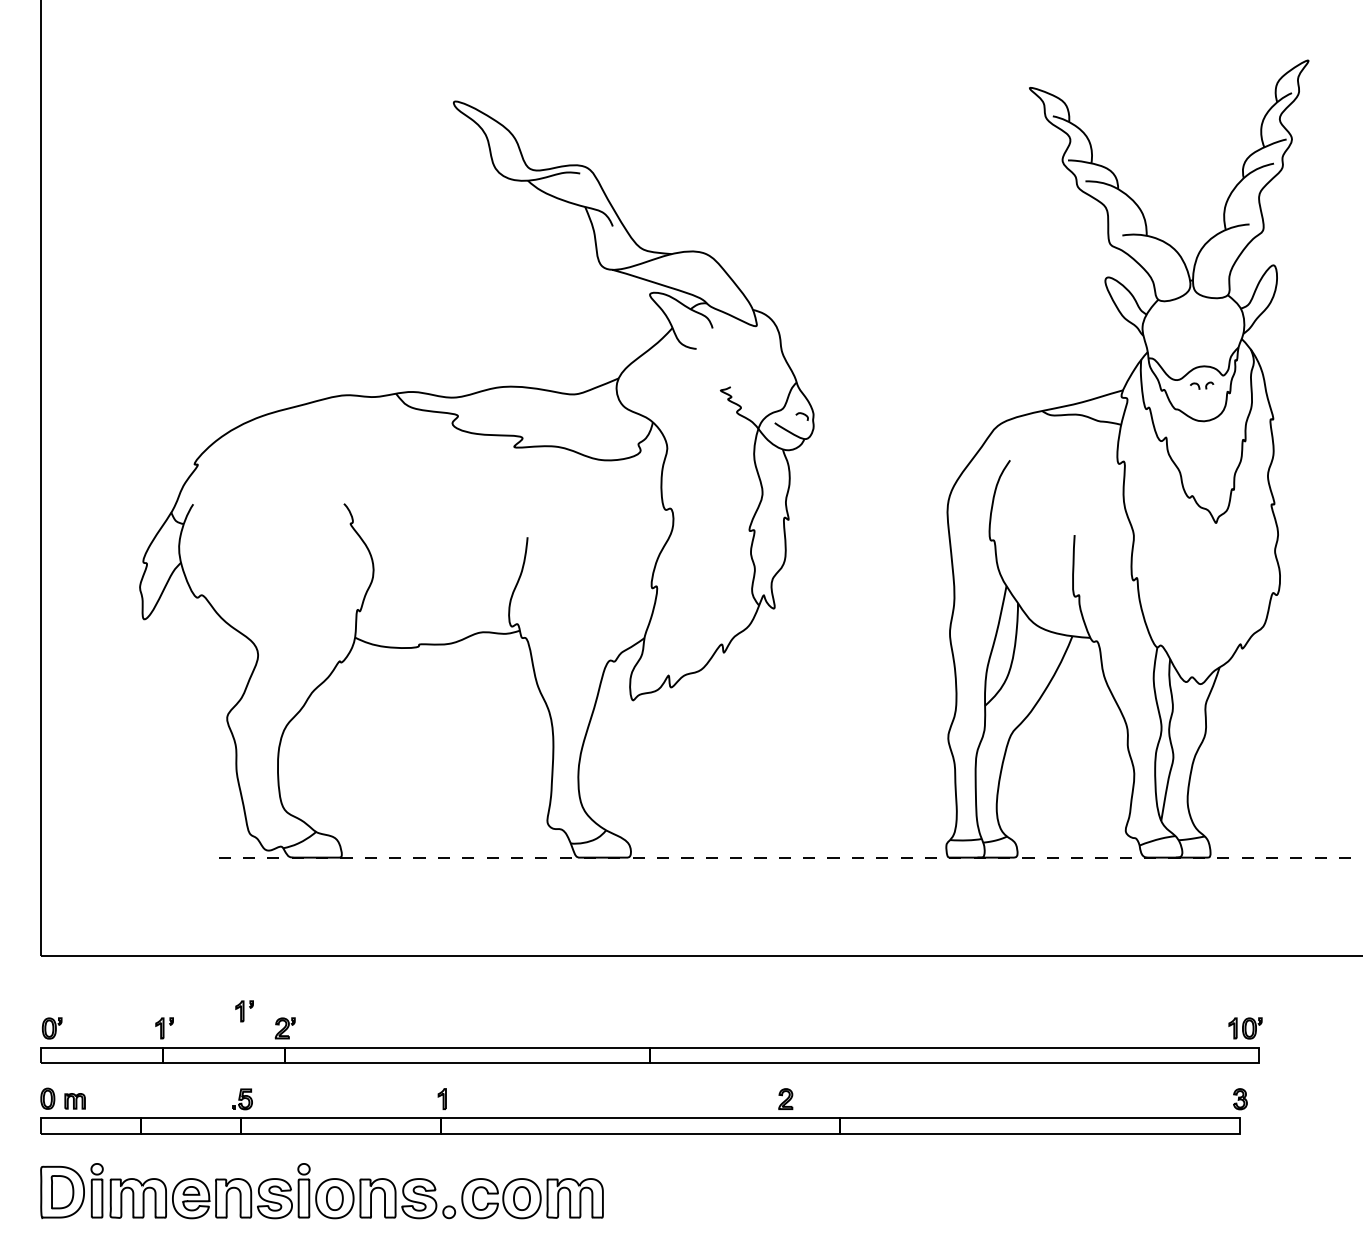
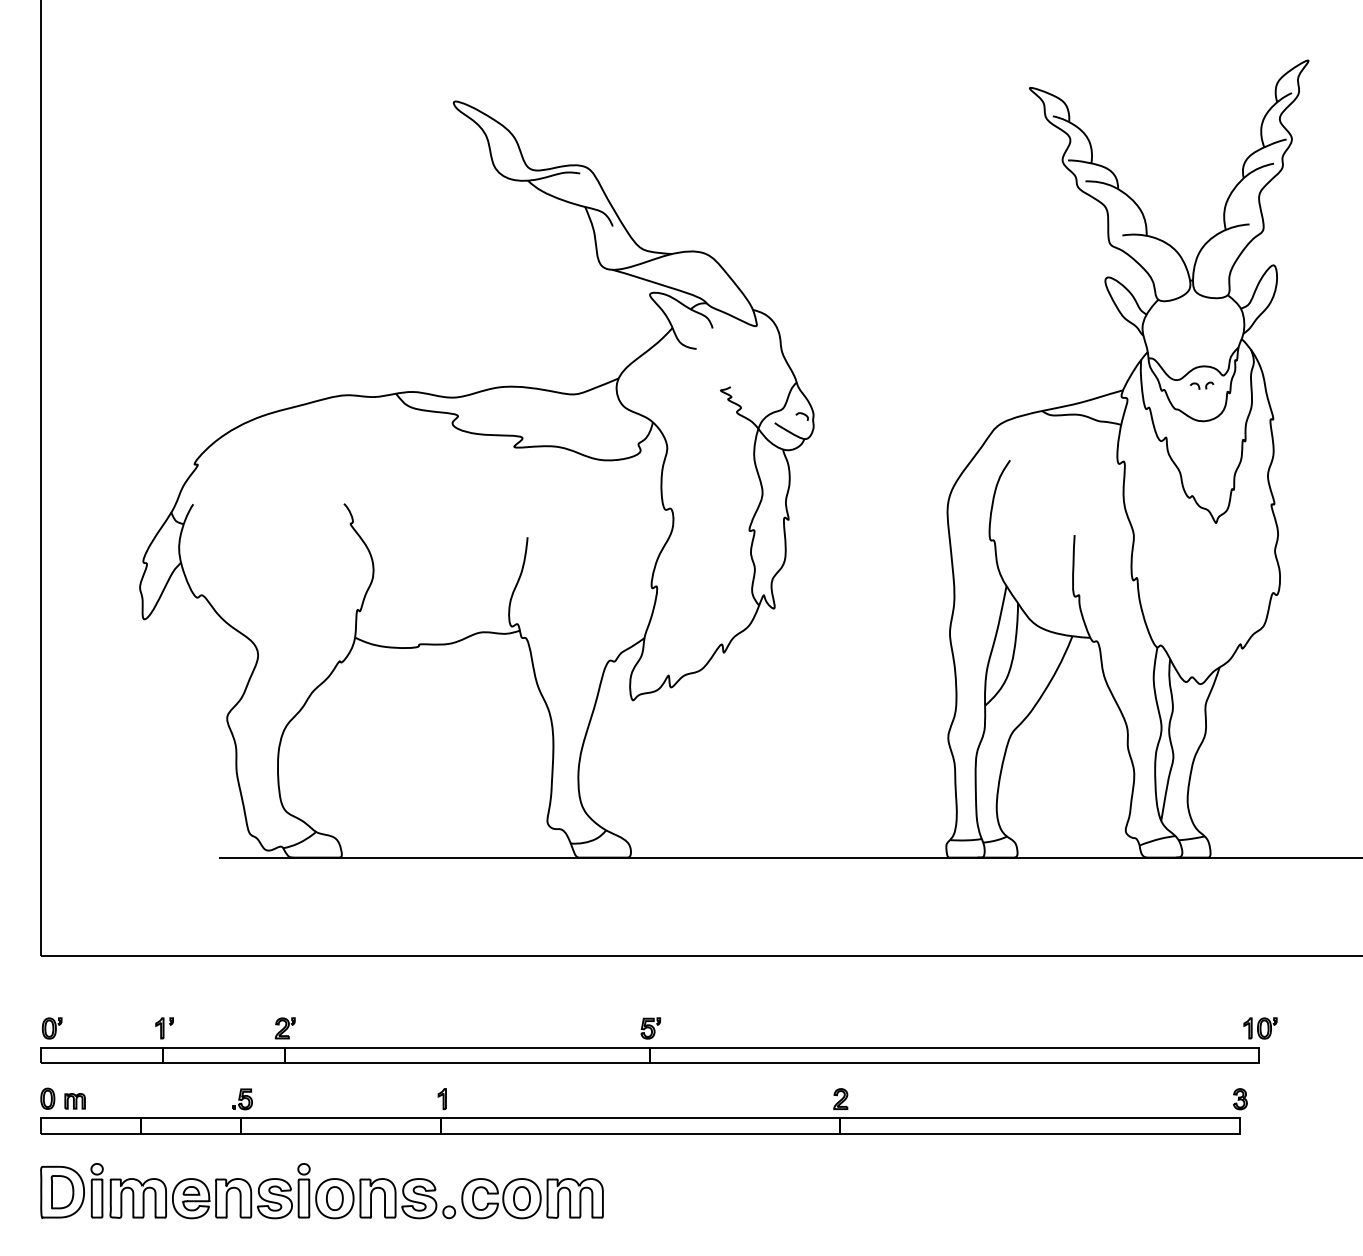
line at (790, 857): dashed -> solid
part at (244, 1011): present -> none
part at (650, 1028): none -> present
part at (1245, 1028) position: (1245, 1028) -> (1260, 1028)
part at (785, 1098) position: (785, 1098) -> (840, 1098)
